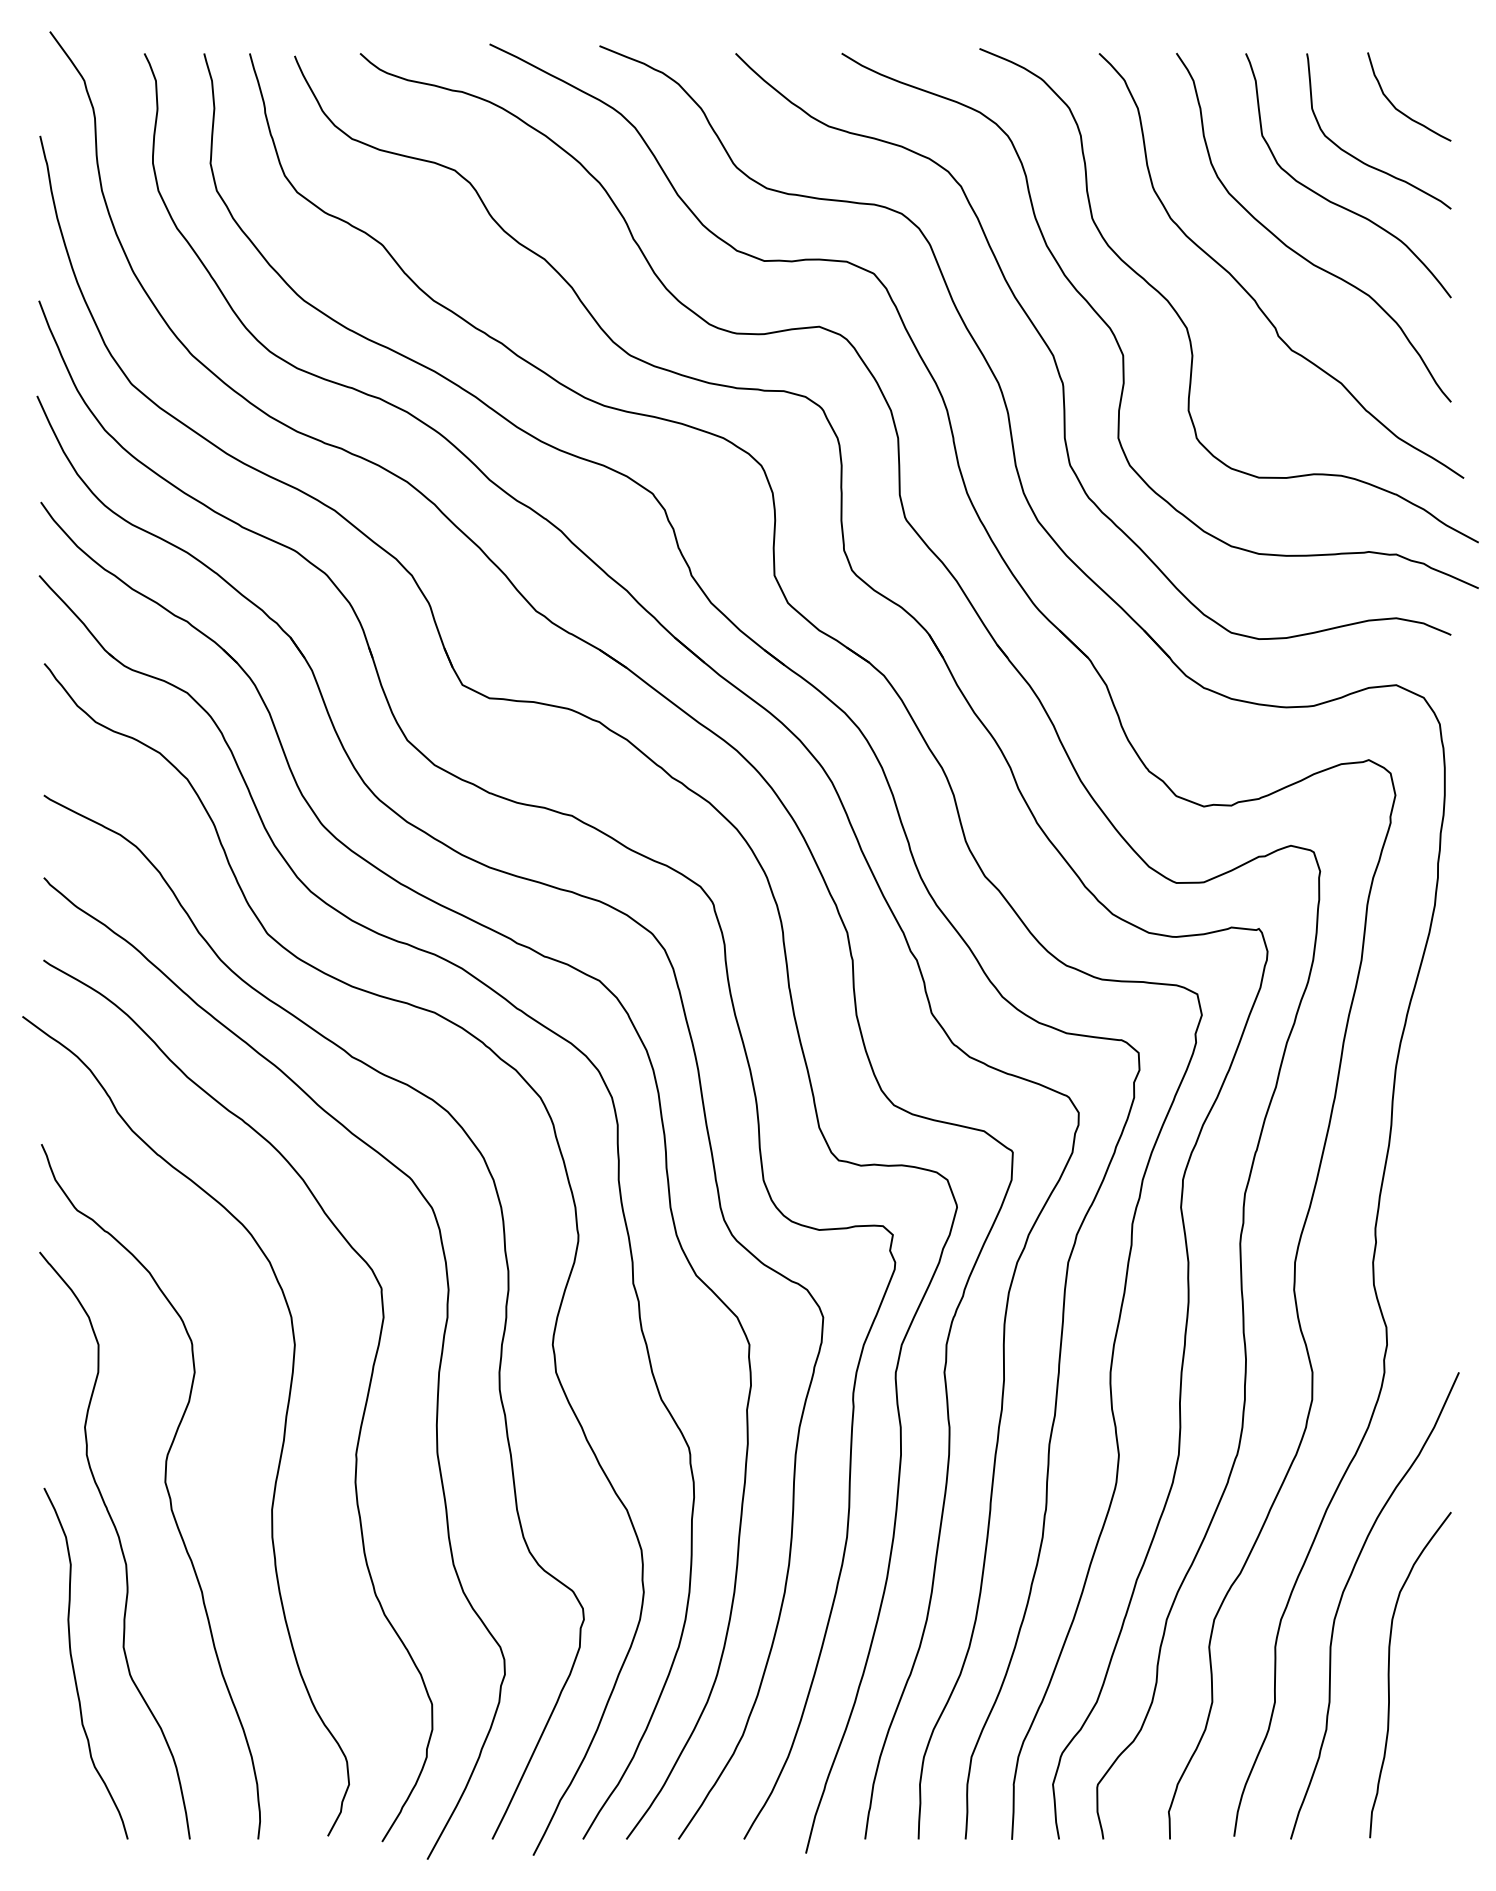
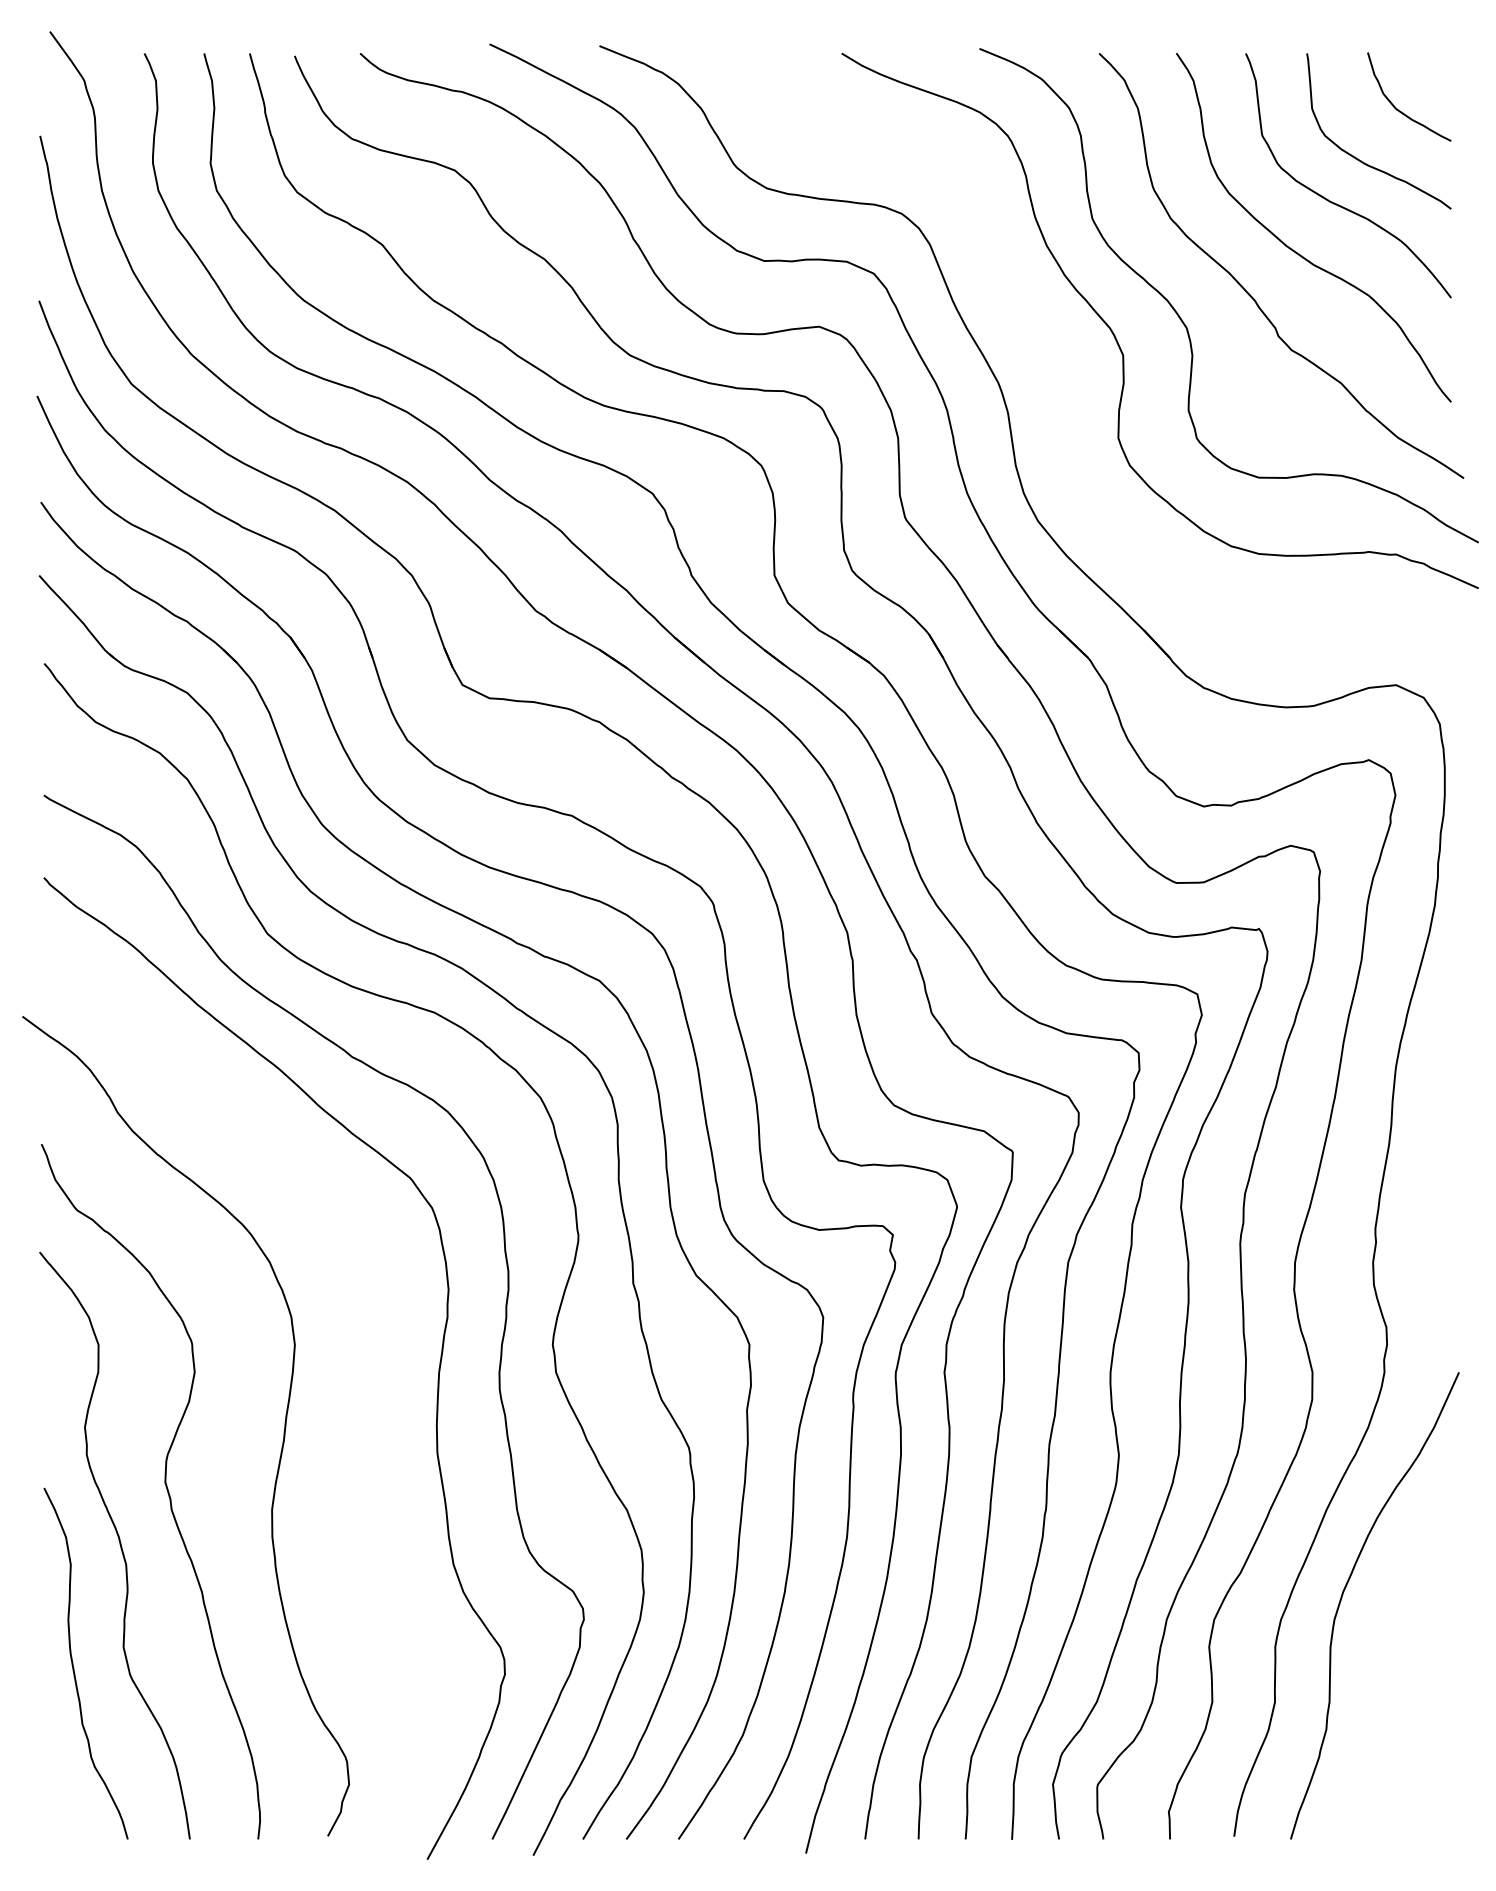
curve at (1055, 358): present -> none
curve at (360, 1423): present -> none
curve at (1389, 1674): present -> none
